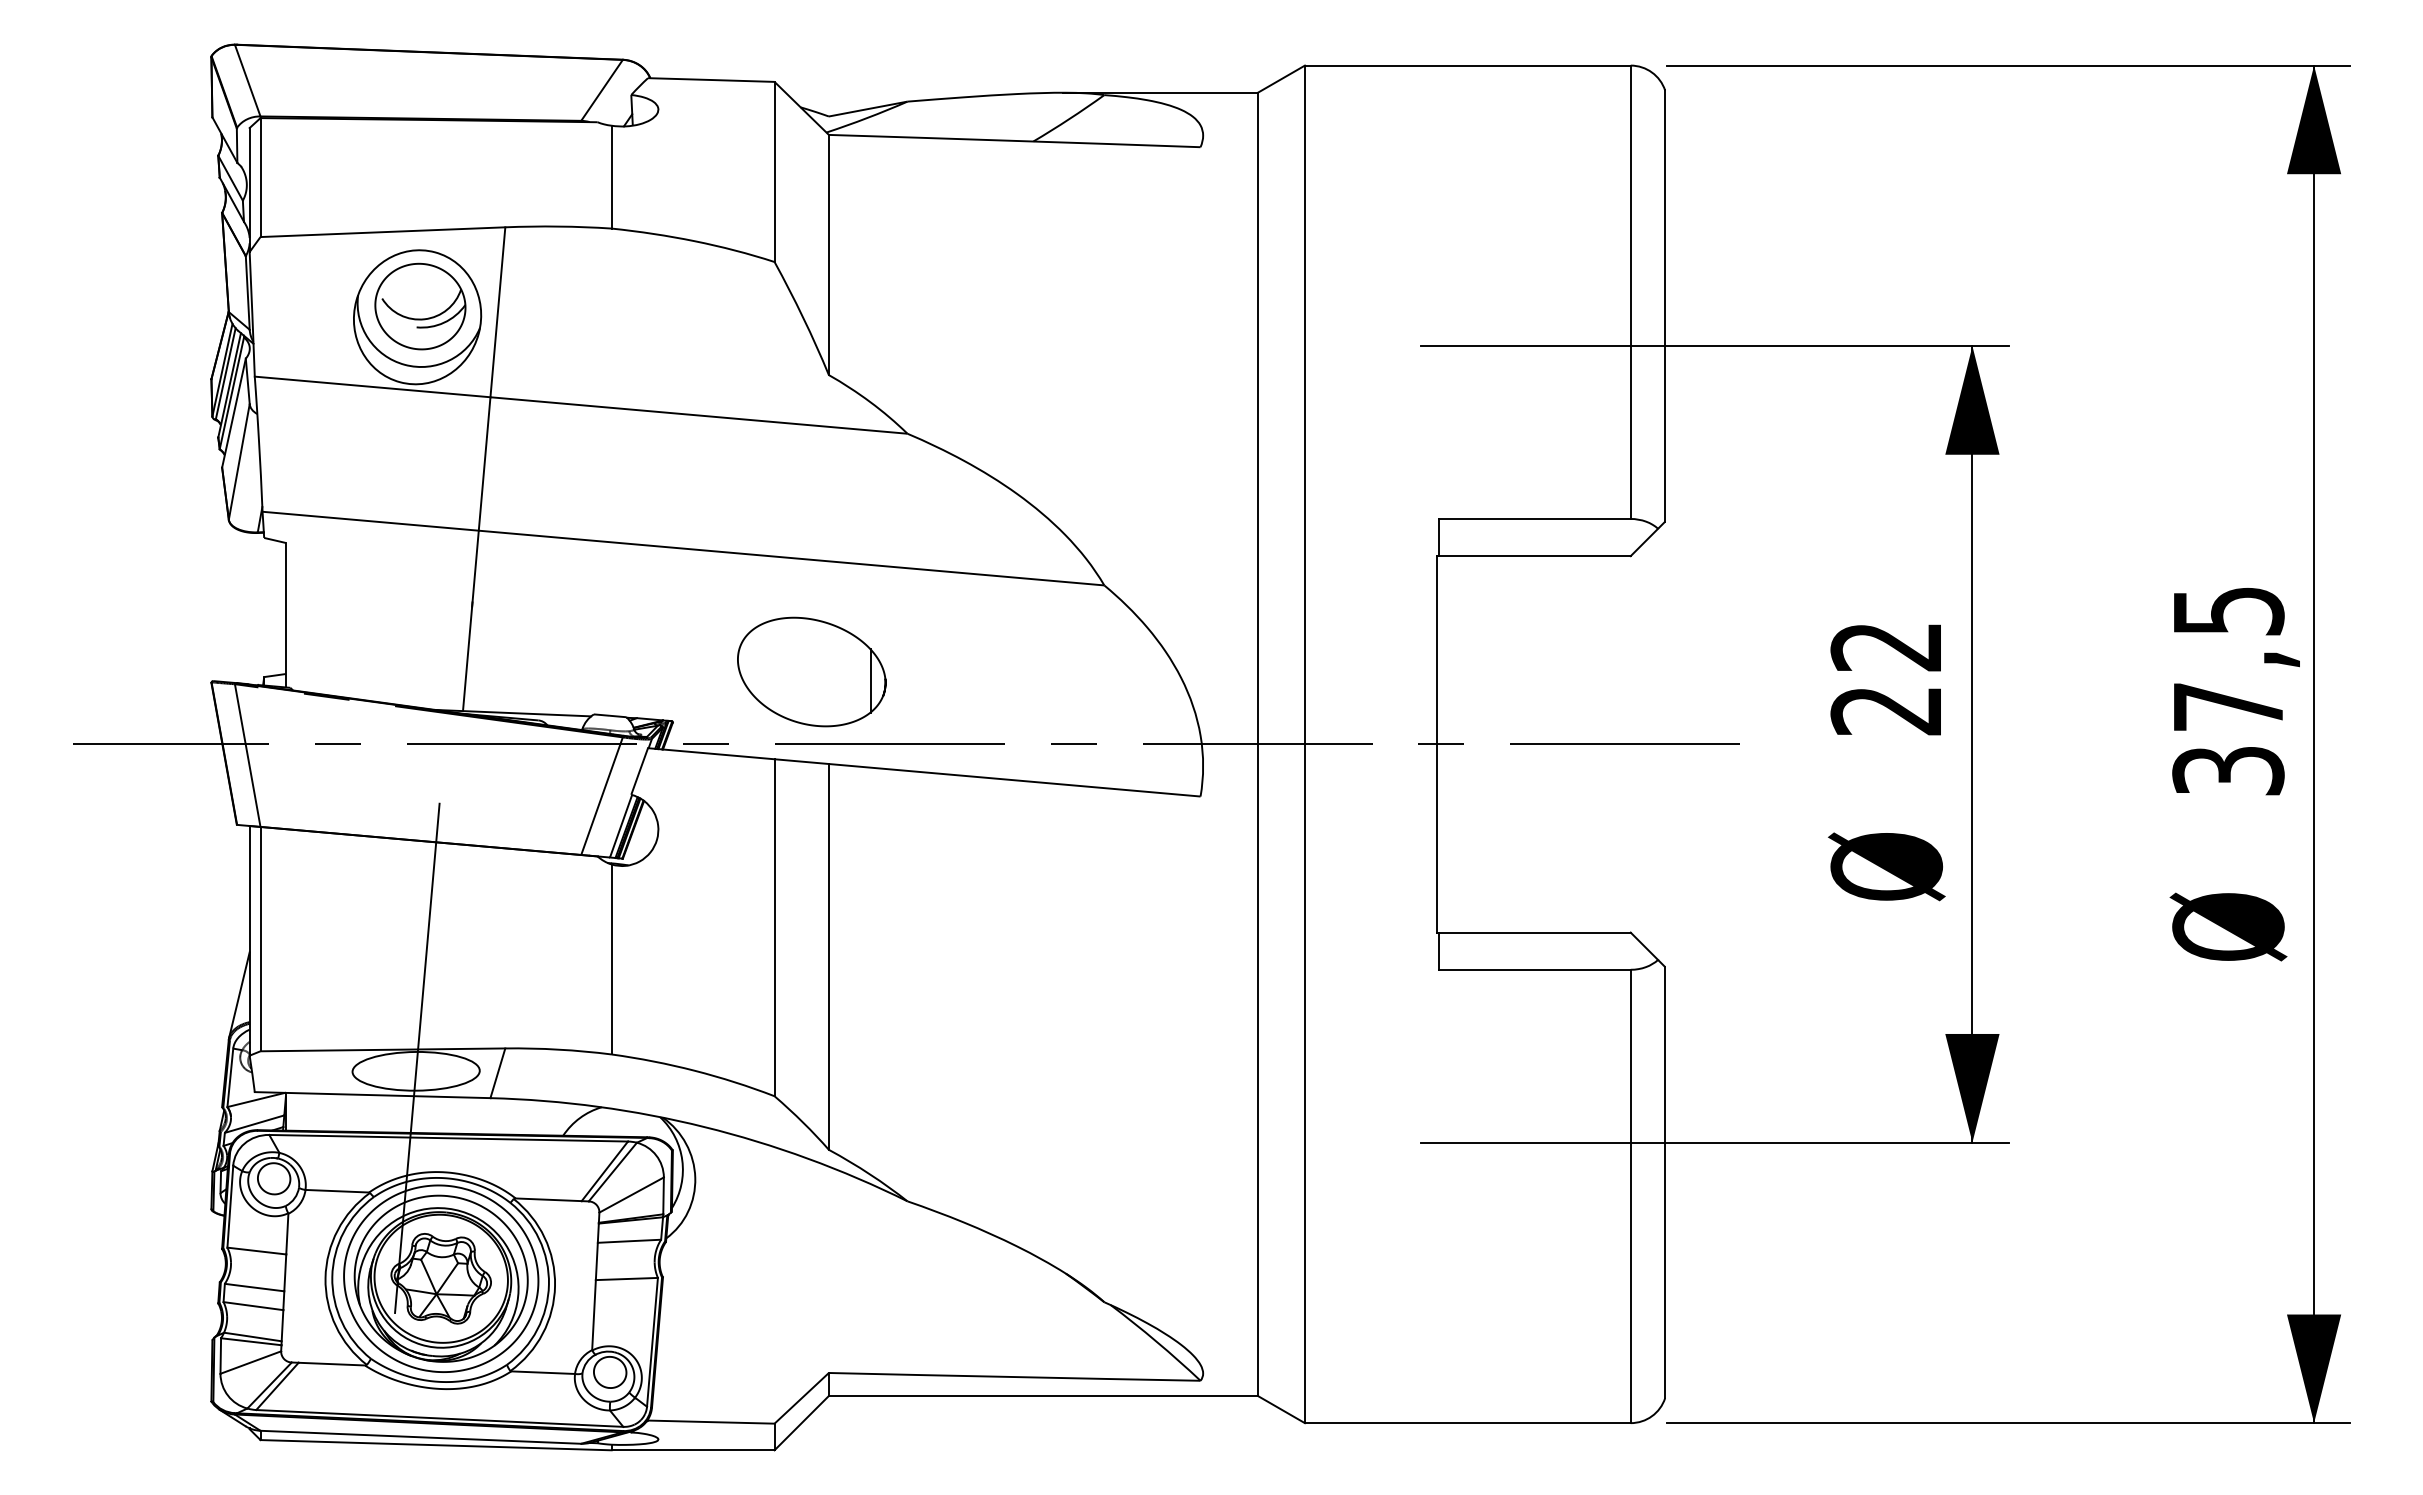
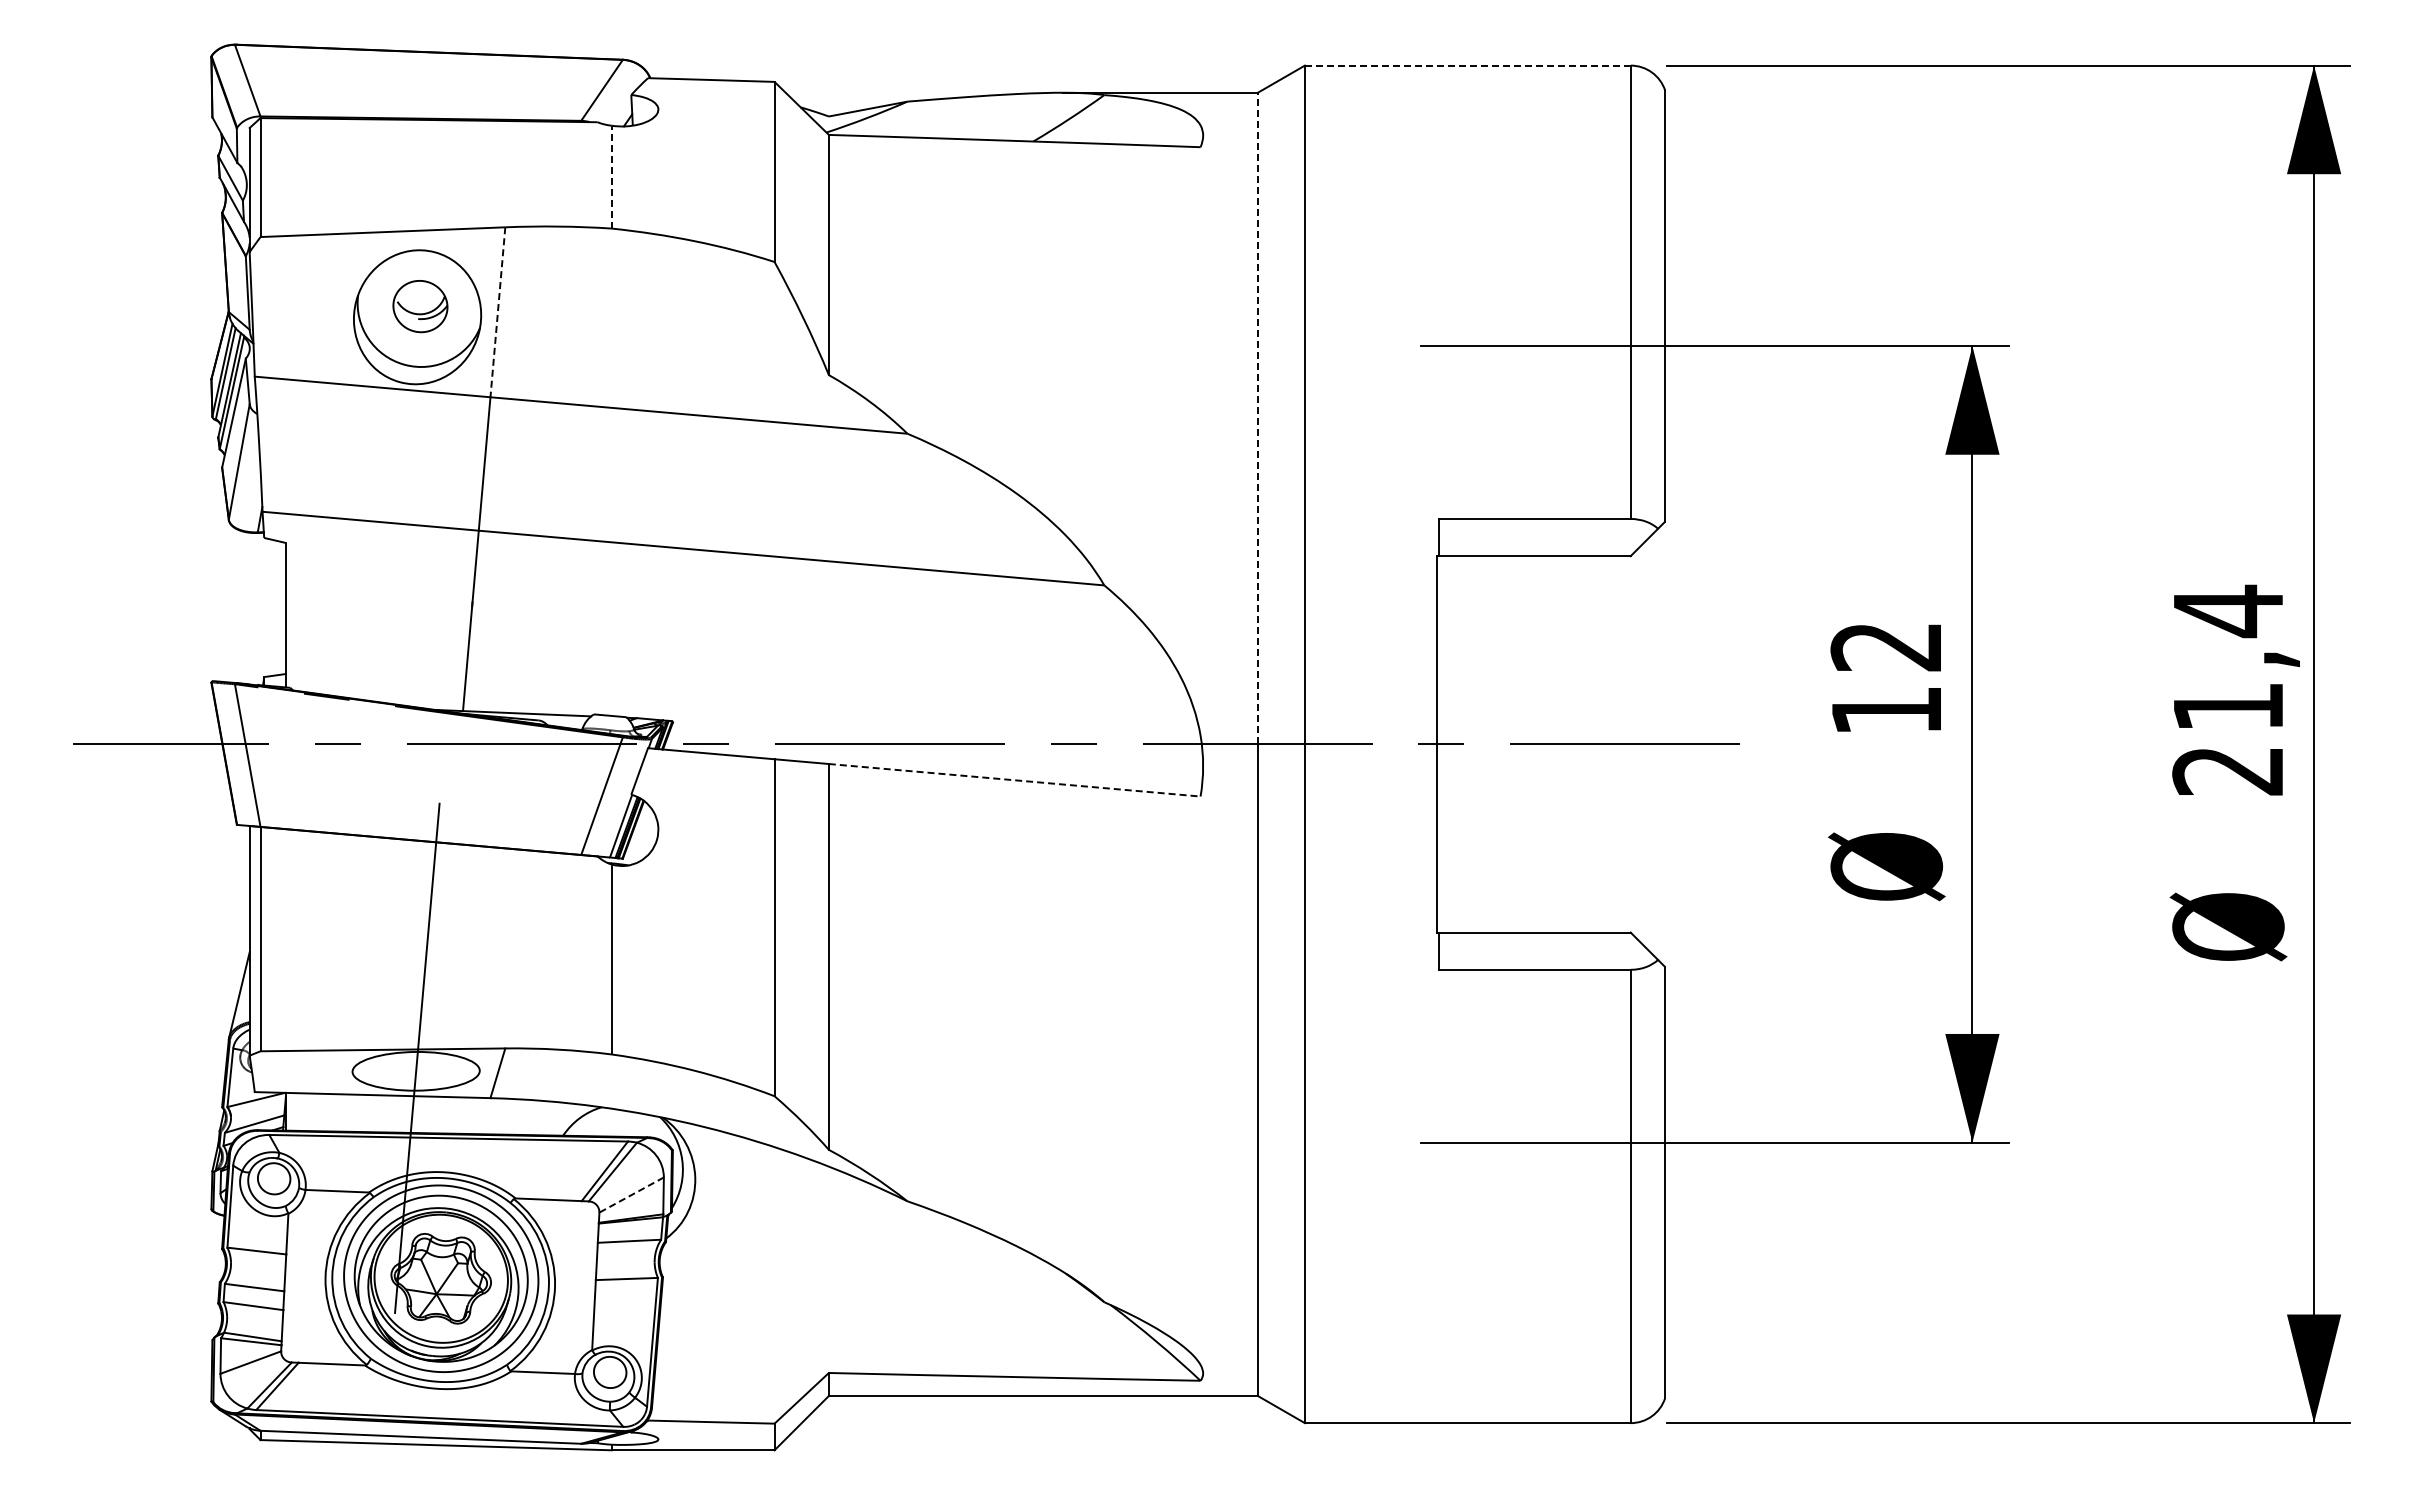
line at (1467, 65): solid -> dashed
line at (611, 176): solid -> dashed
part at (420, 306) size: 93x89 px -> 57x54 px
line at (497, 312): solid -> dashed
line at (1257, 418): solid -> dashed
part at (811, 671): present -> none
text at (2228, 689): 37,5 -> 21,4
text at (1885, 711): 22 -> 12
line at (1014, 780): solid -> dashed
line at (631, 1195): solid -> dashed
